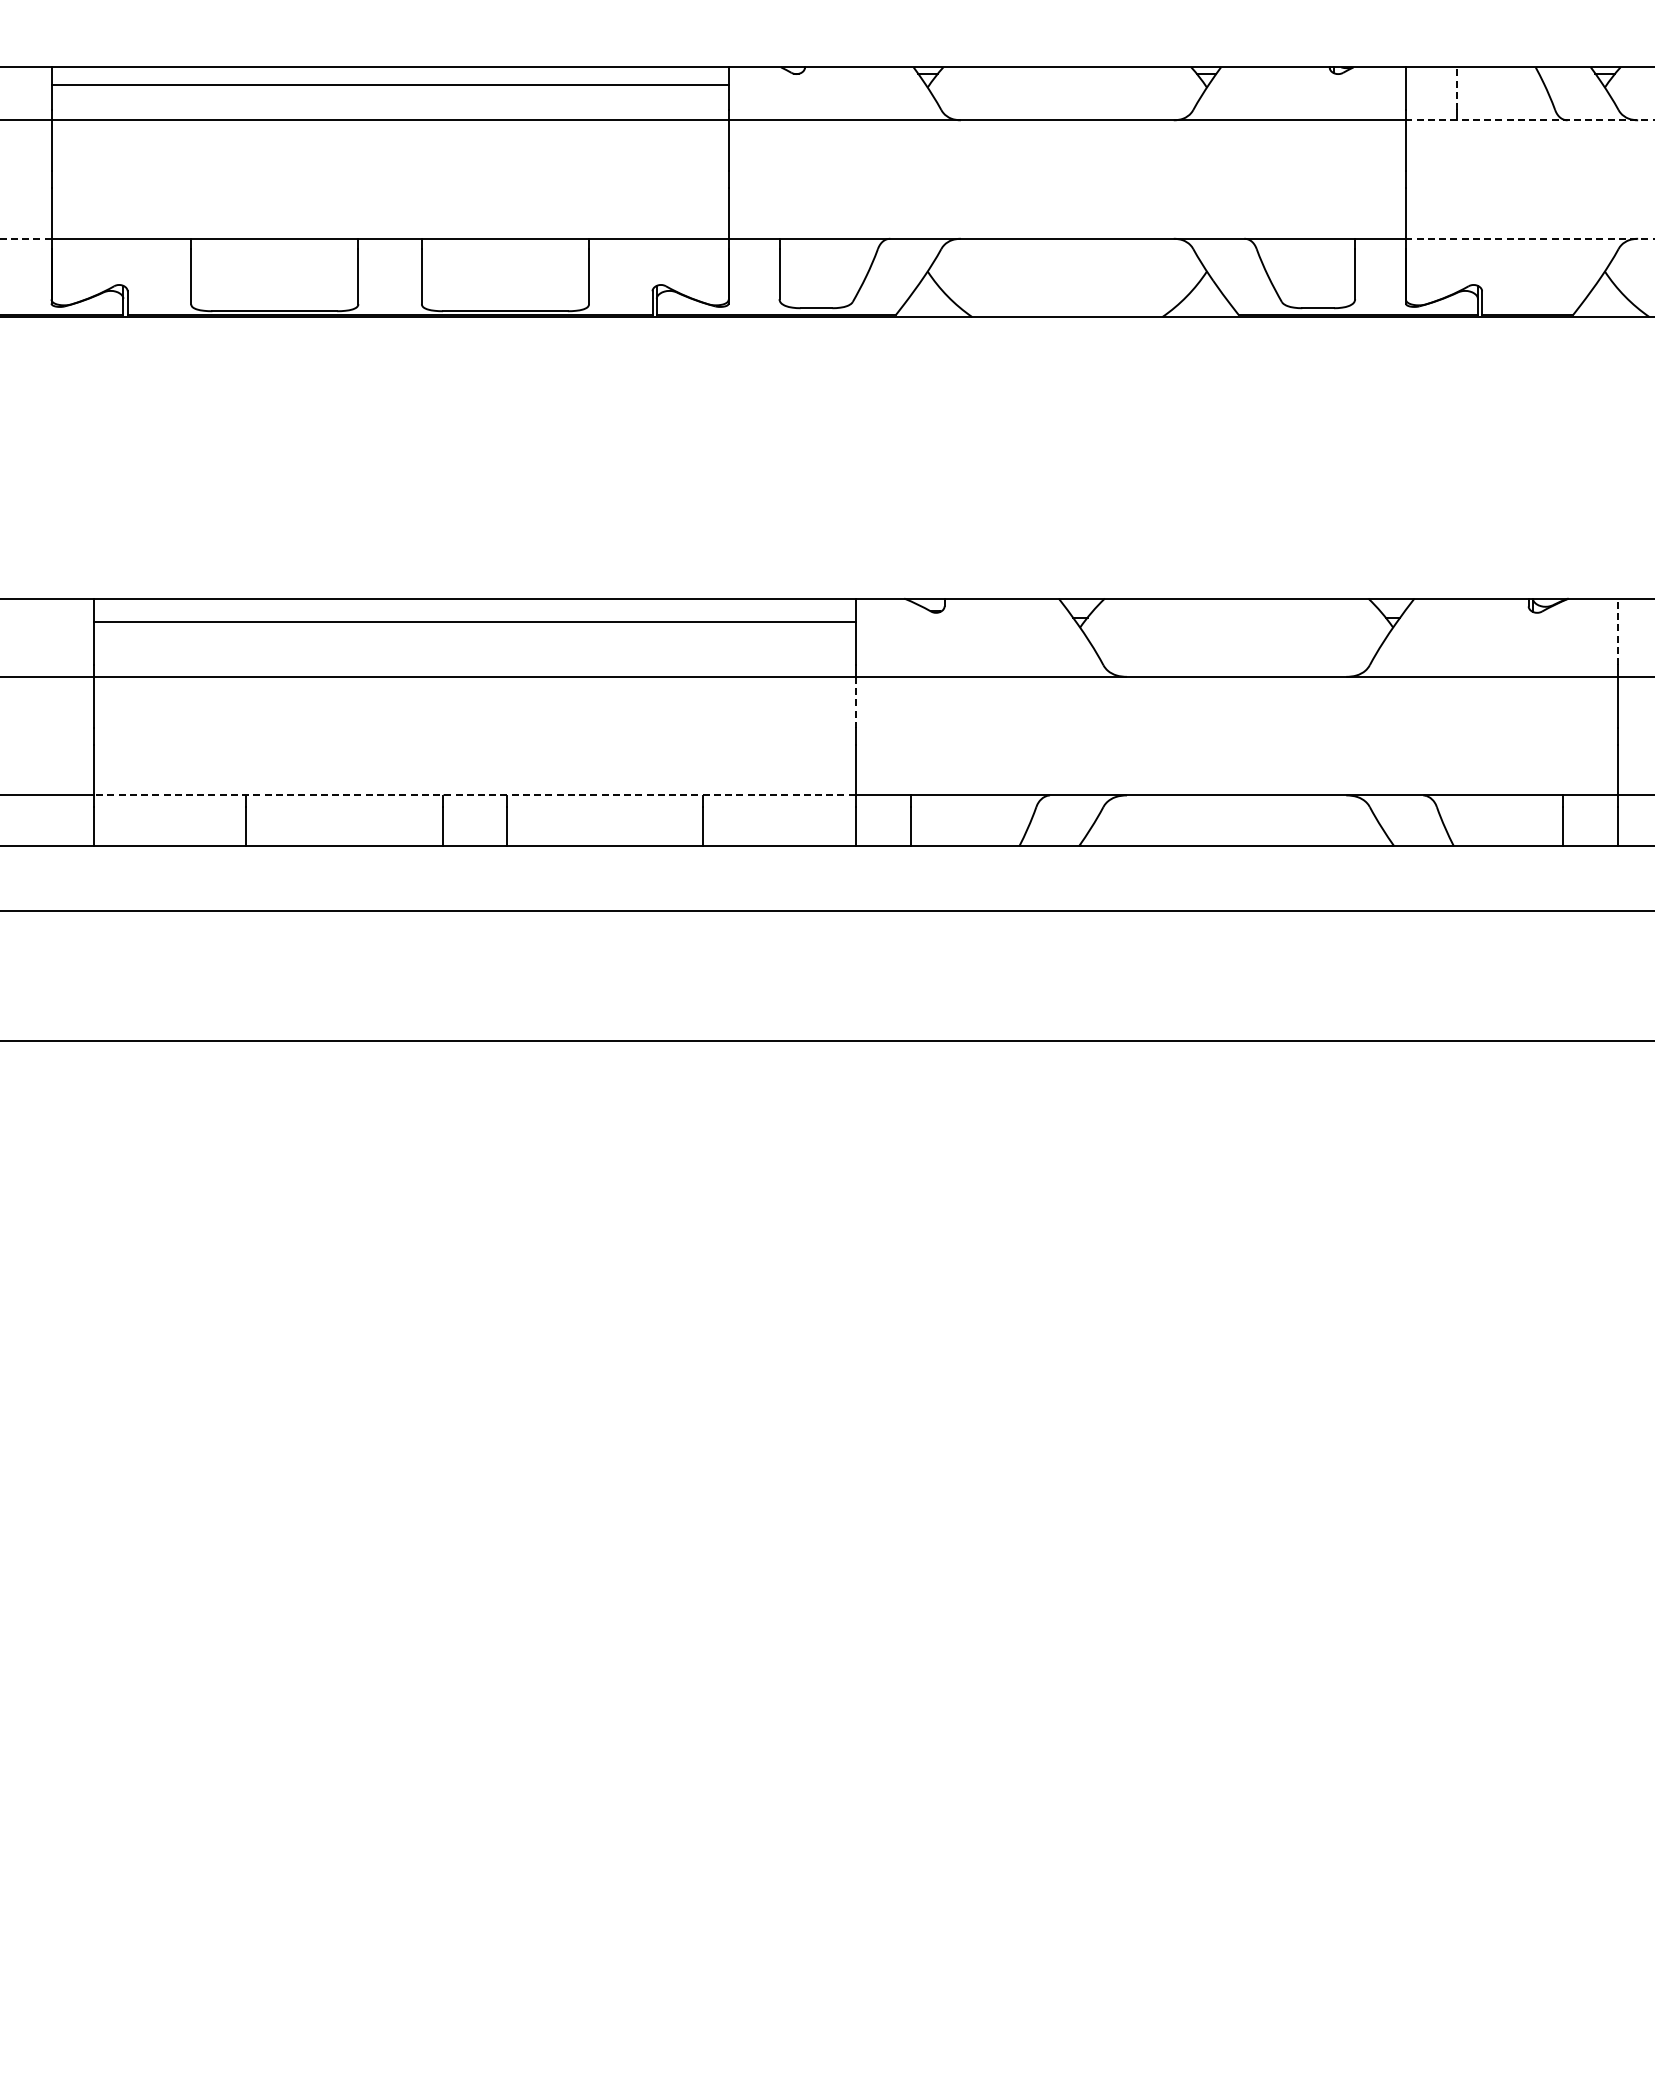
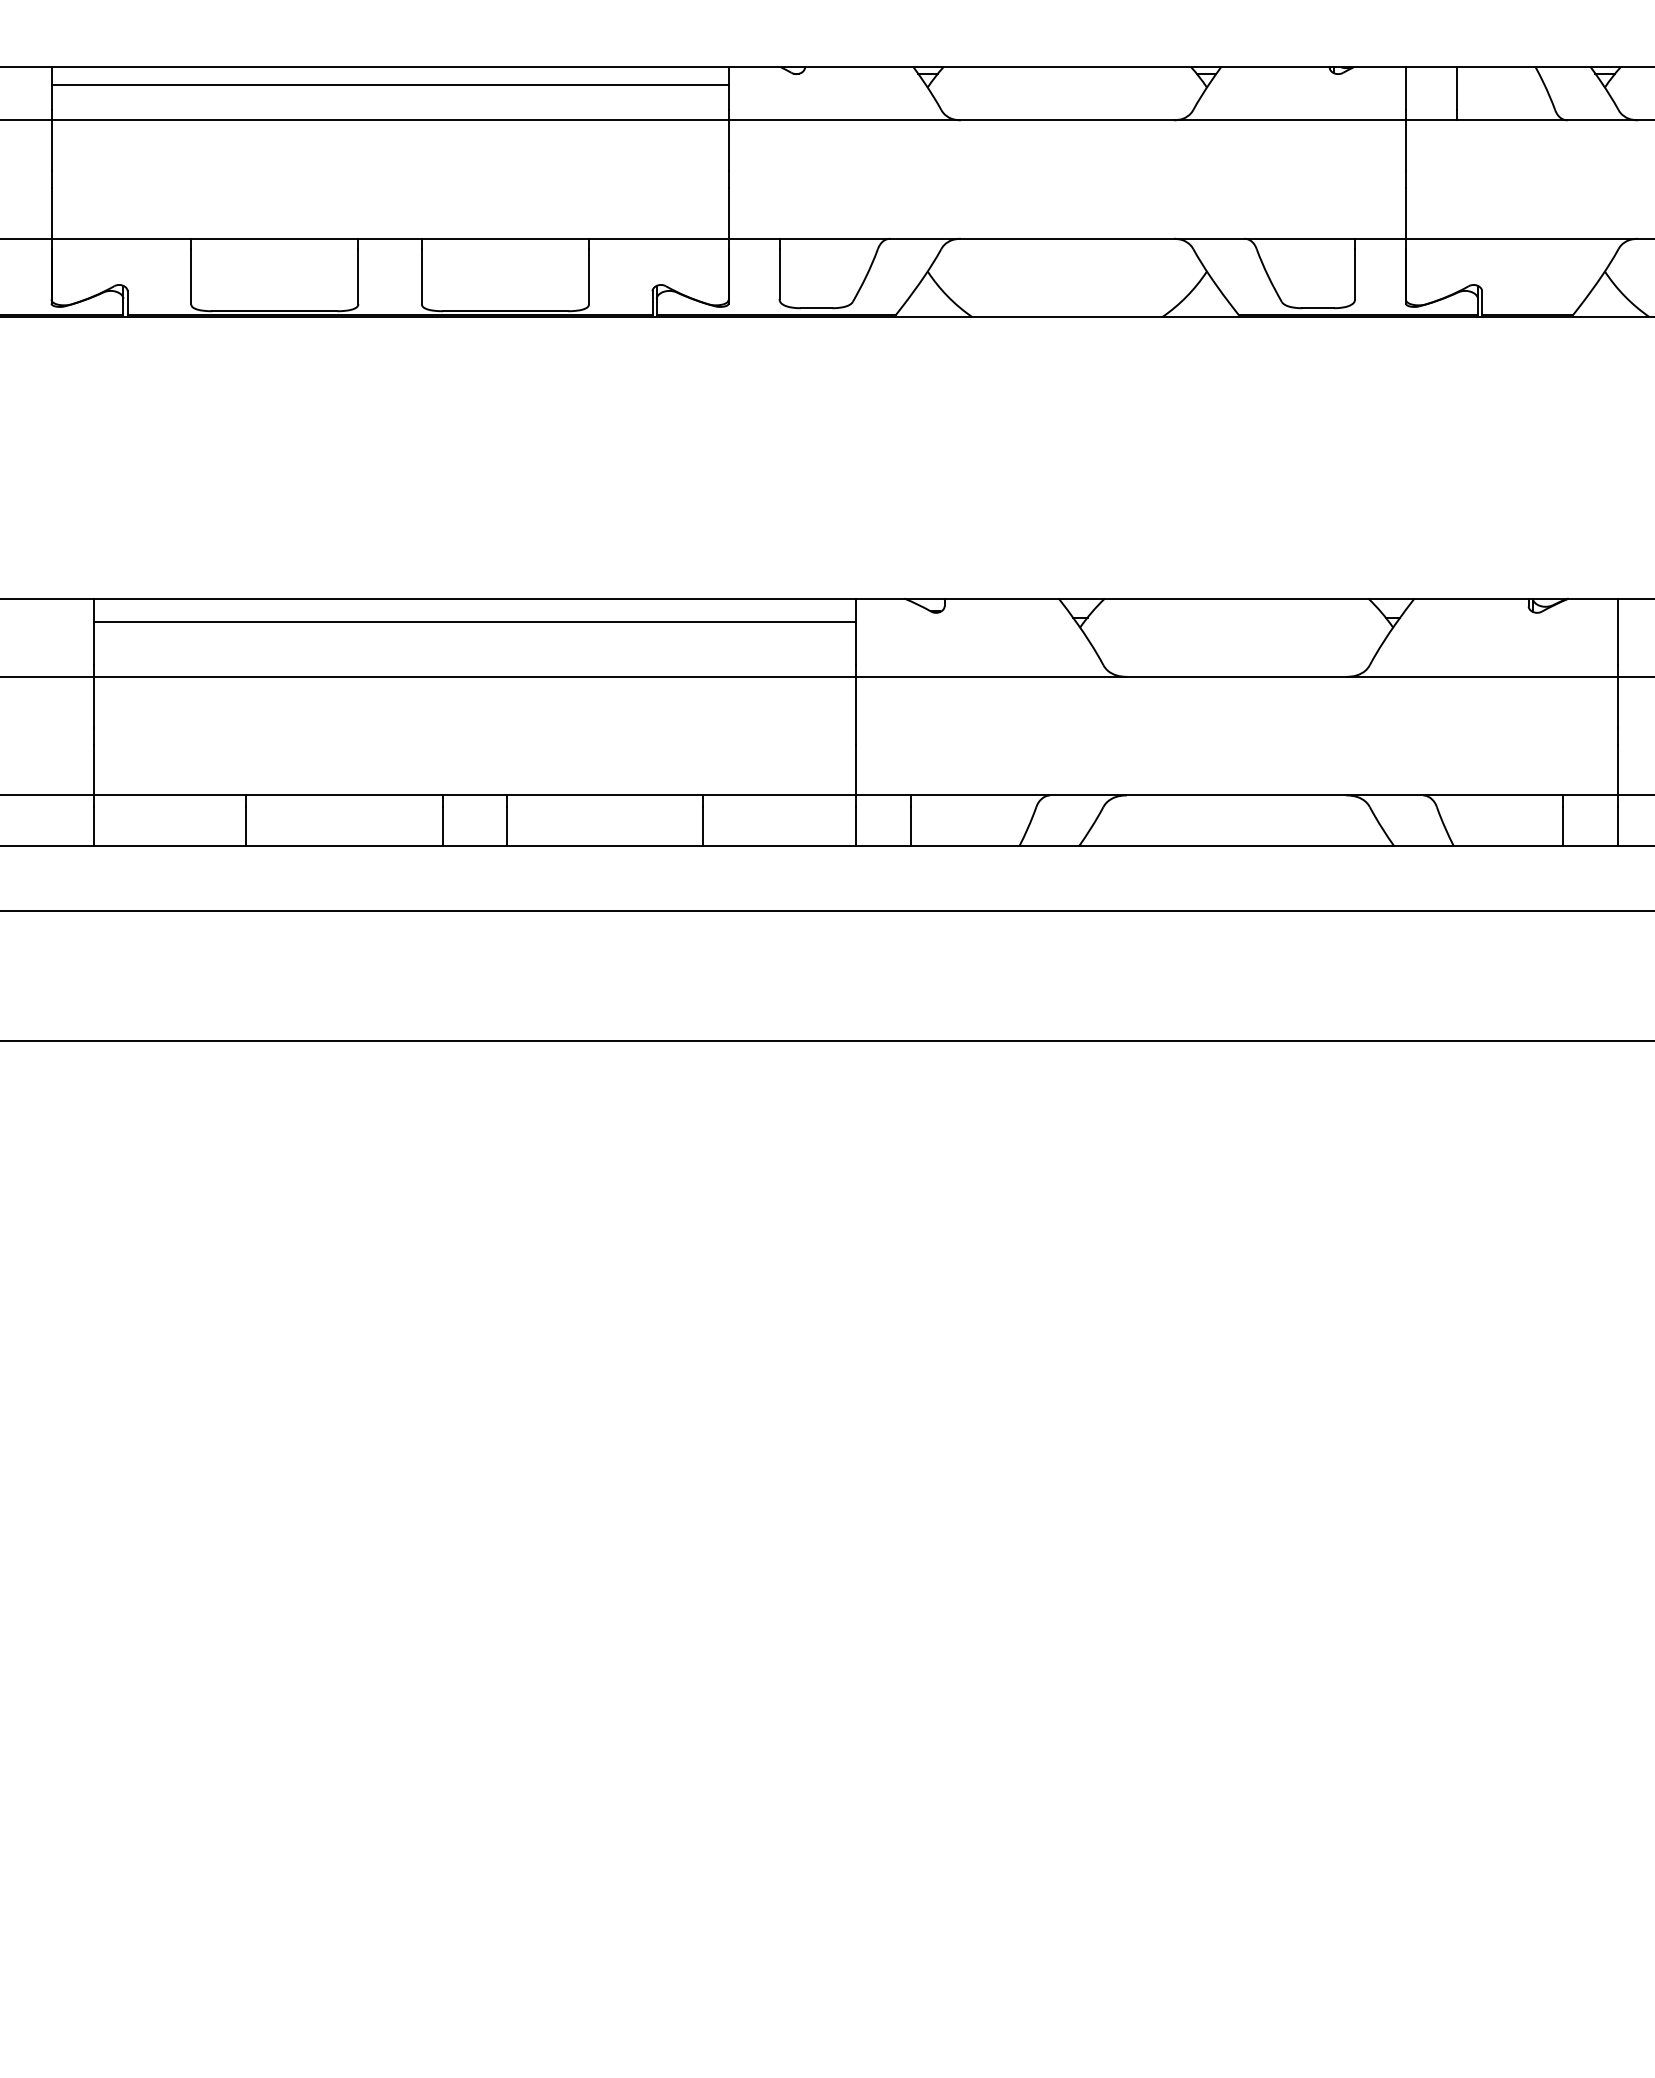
line at (1456, 88): dashed -> solid
line at (1529, 120): dashed -> solid
line at (25, 238): dashed -> solid
line at (1529, 238): dashed -> solid
line at (1617, 631): dashed -> solid
line at (855, 702): dashed -> solid
line at (474, 795): dashed -> solid
